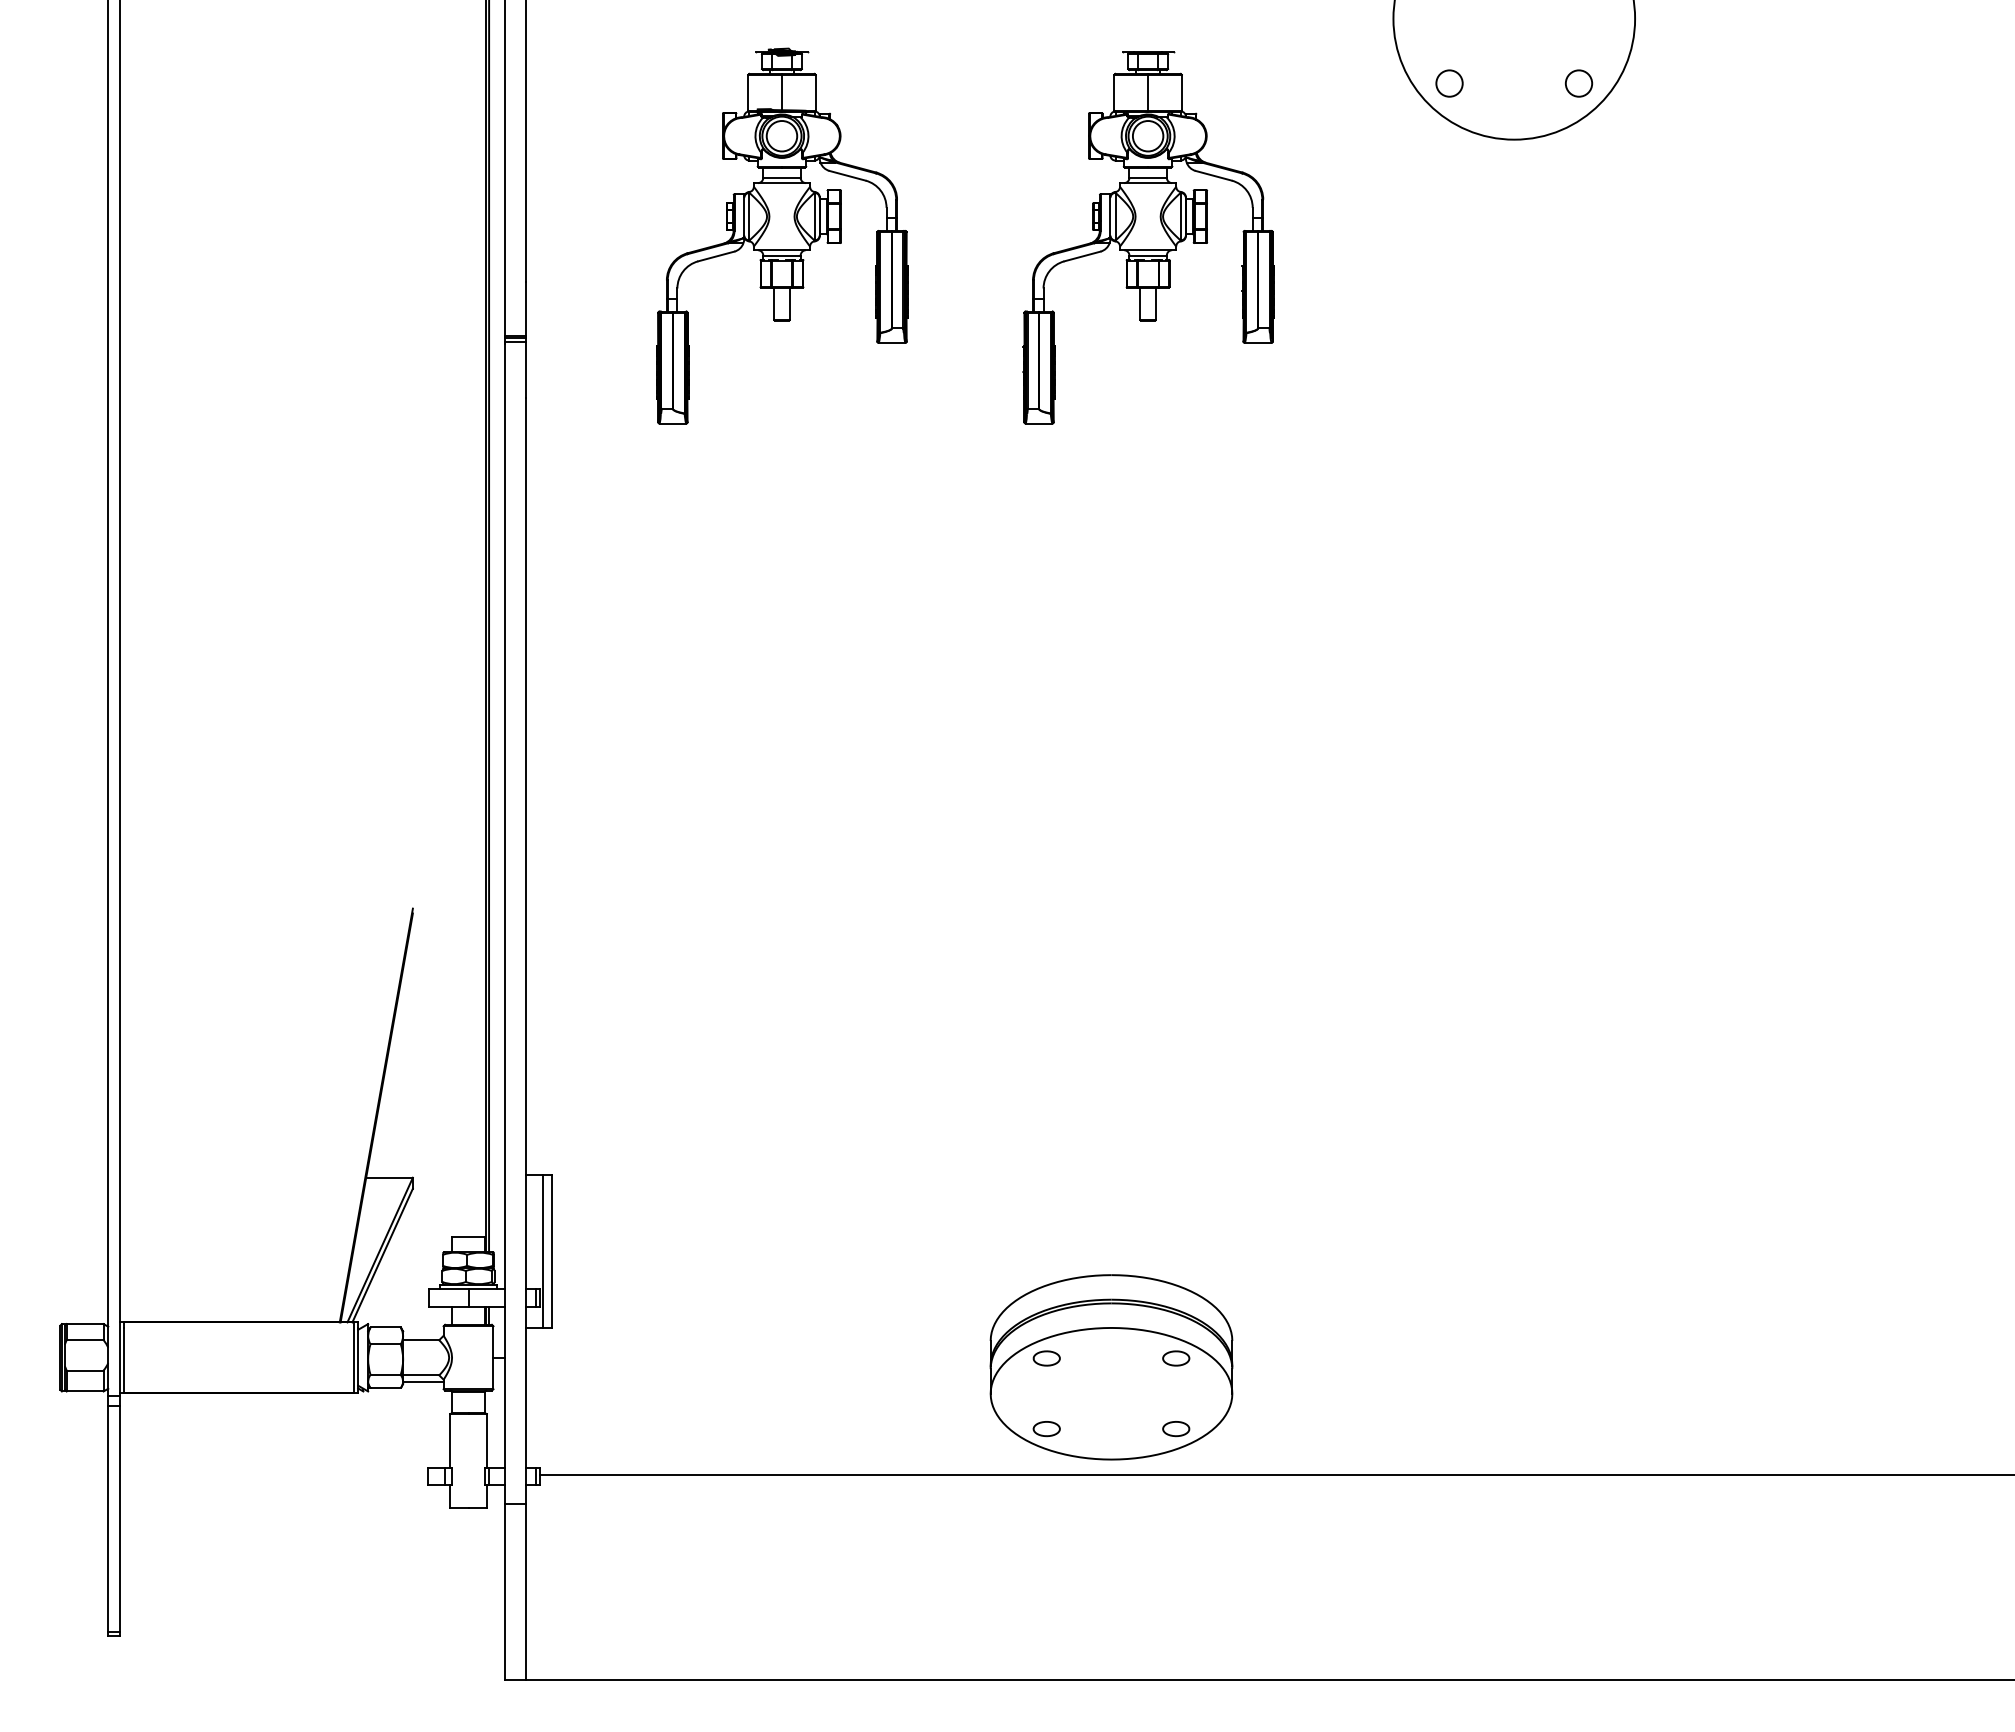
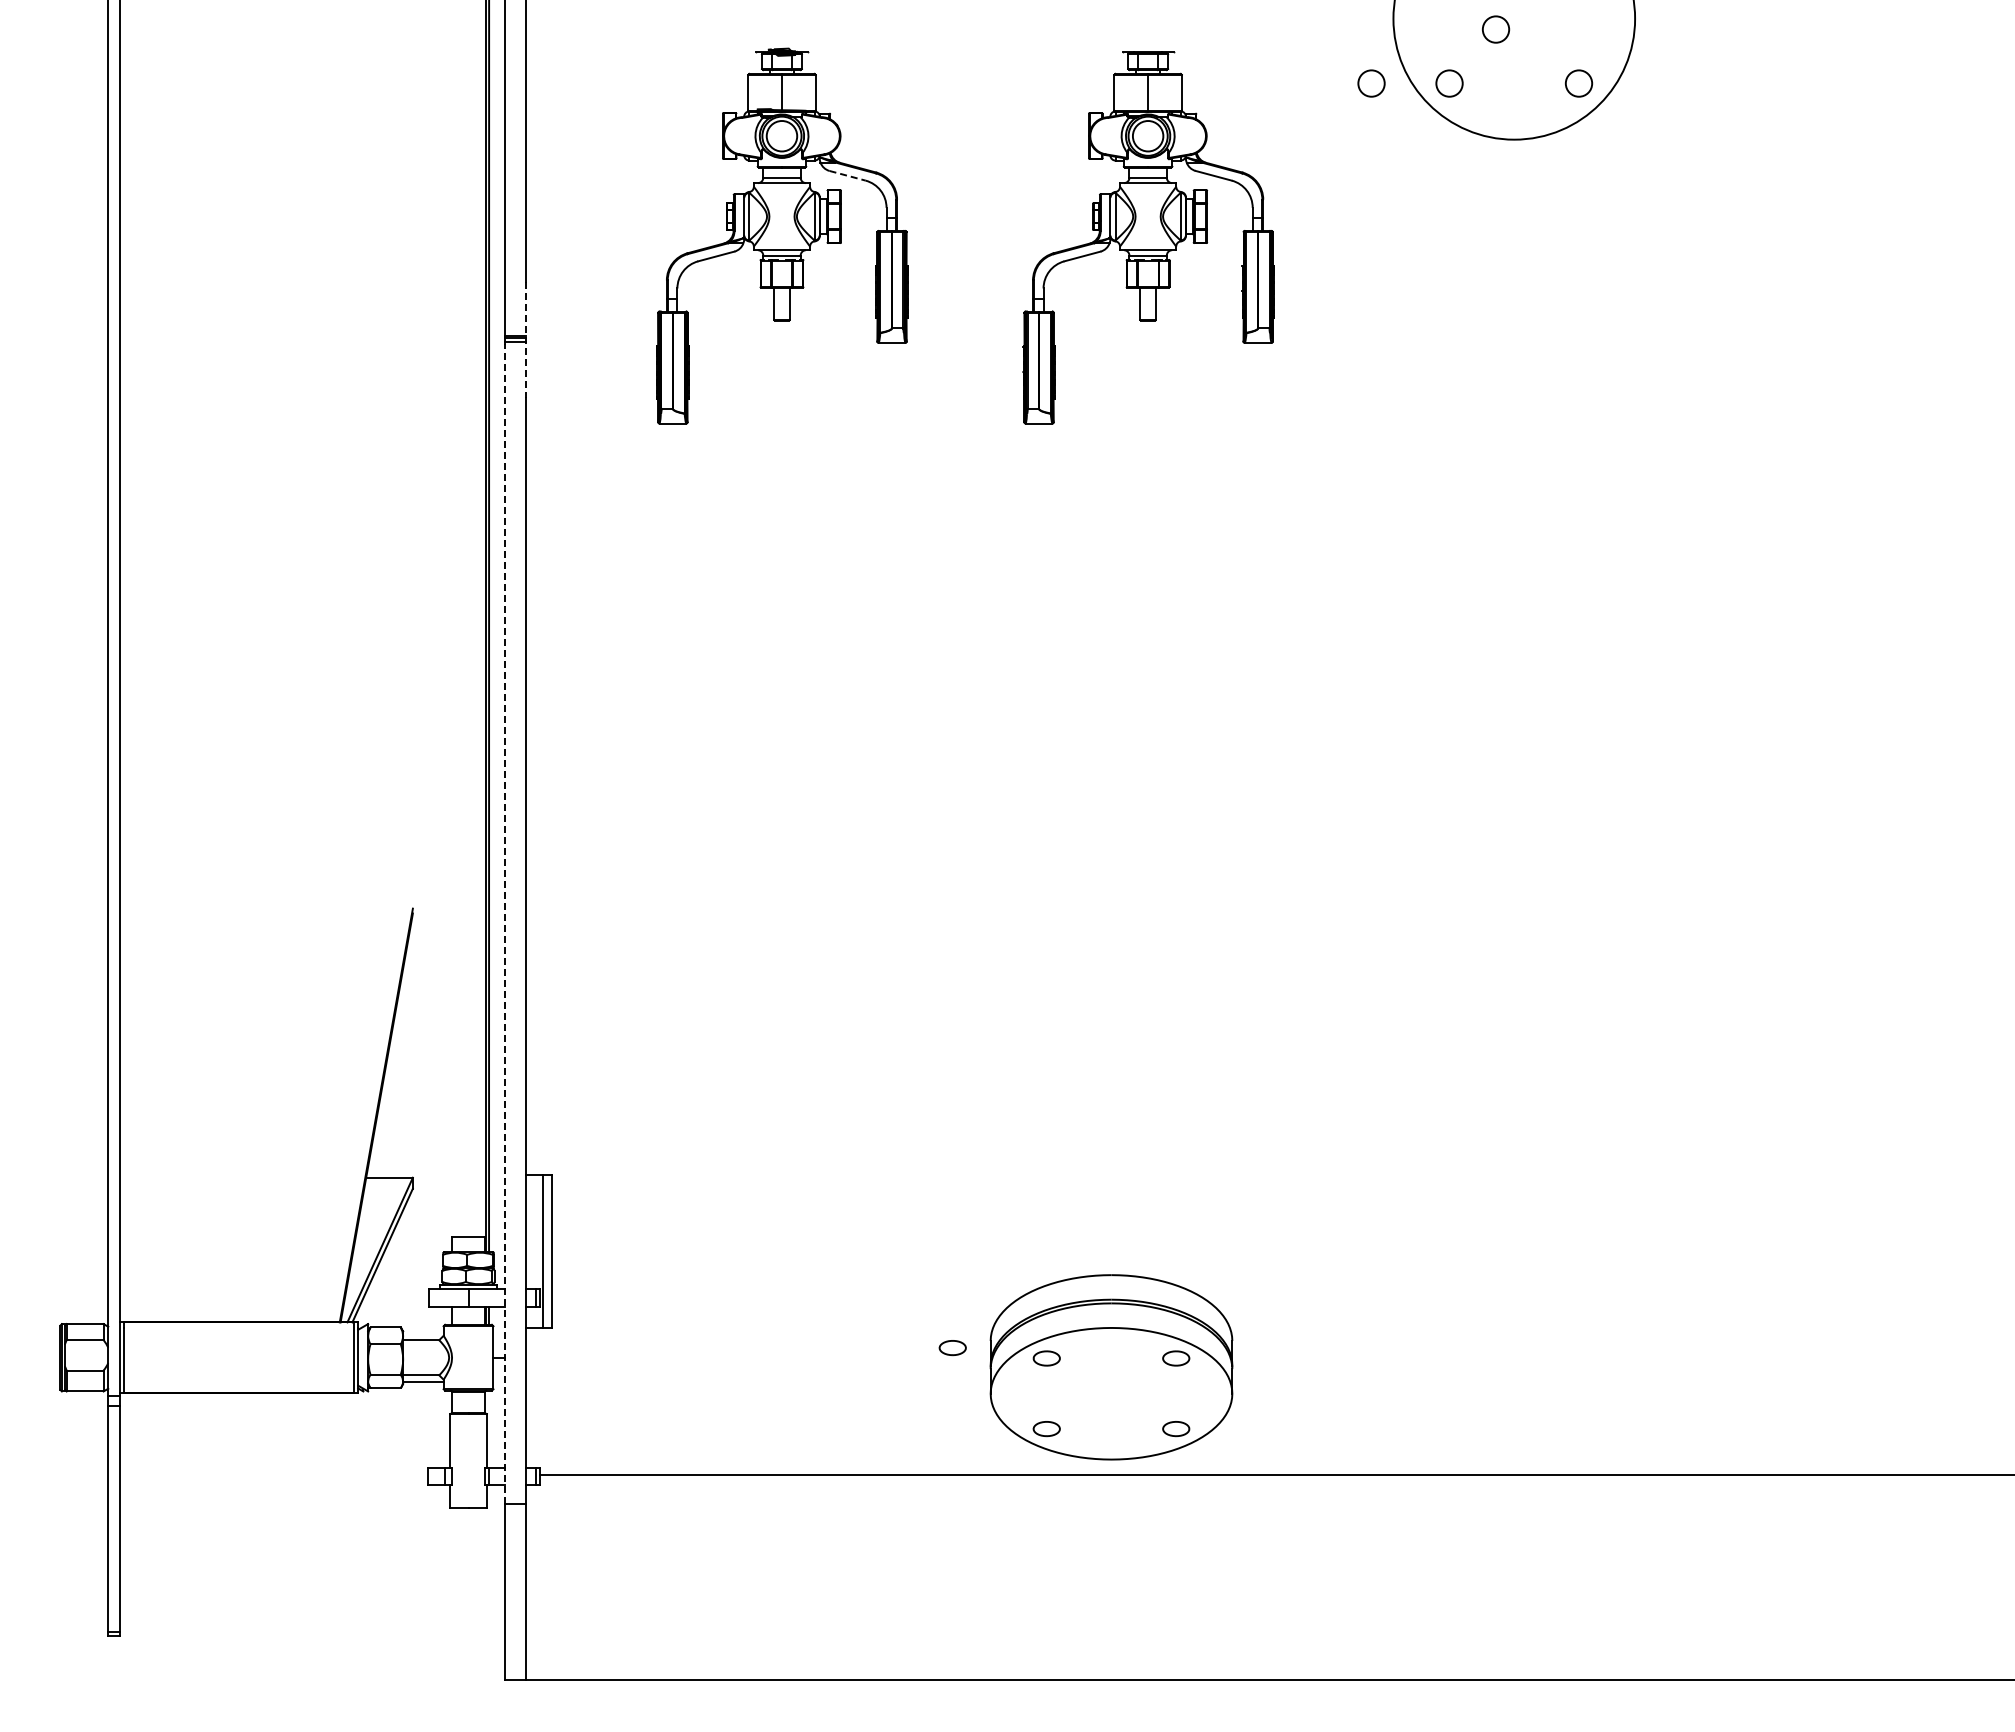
circle at (1496, 29): none -> present
circle at (1371, 83): none -> present
line at (847, 175): solid -> dashed
line at (525, 339): solid -> dashed
line at (505, 923): solid -> dashed
part at (952, 1348): none -> present
